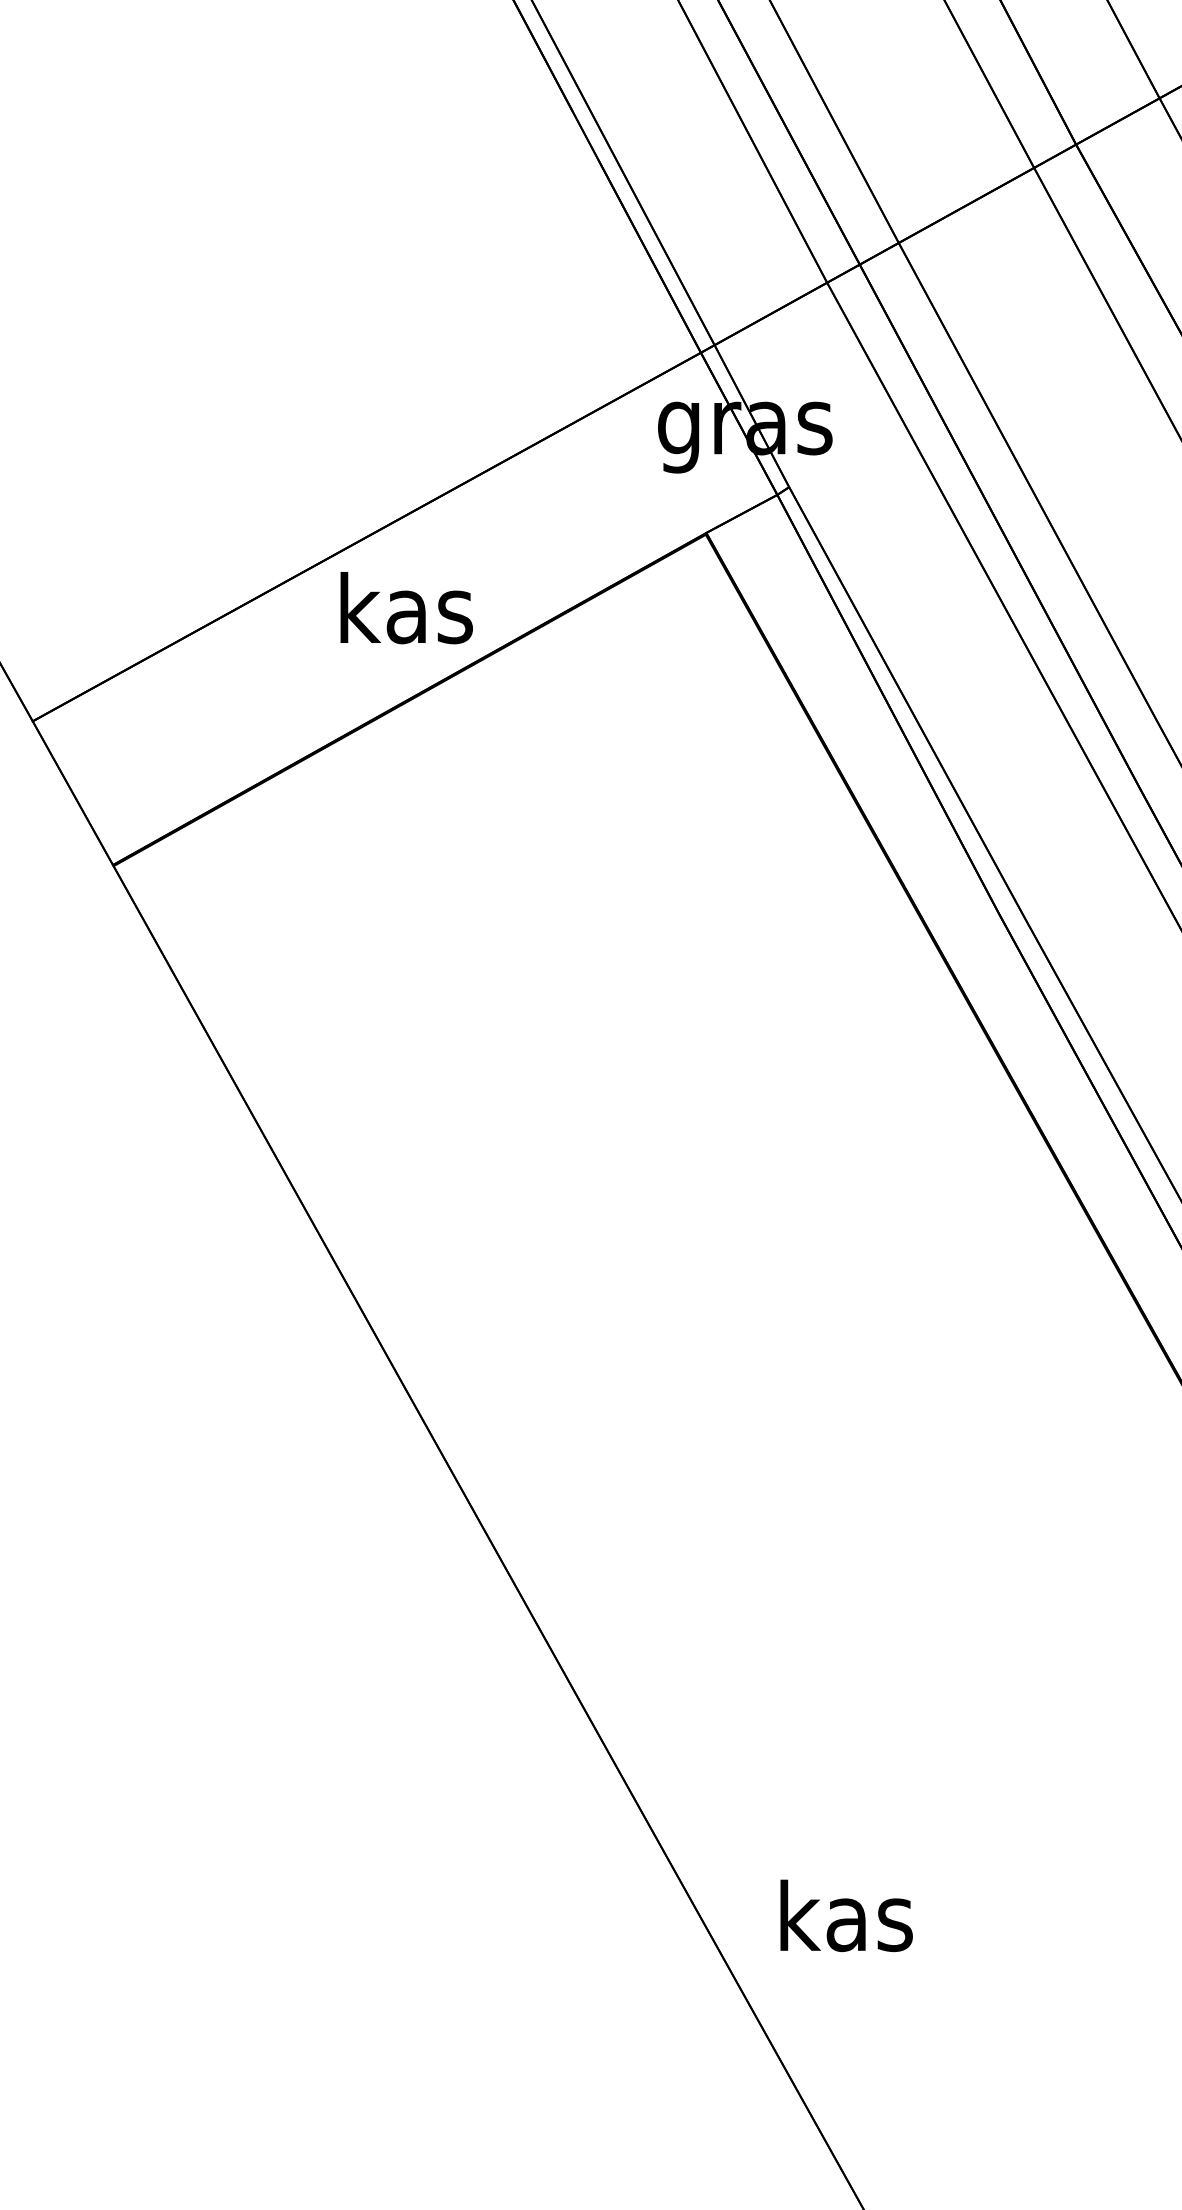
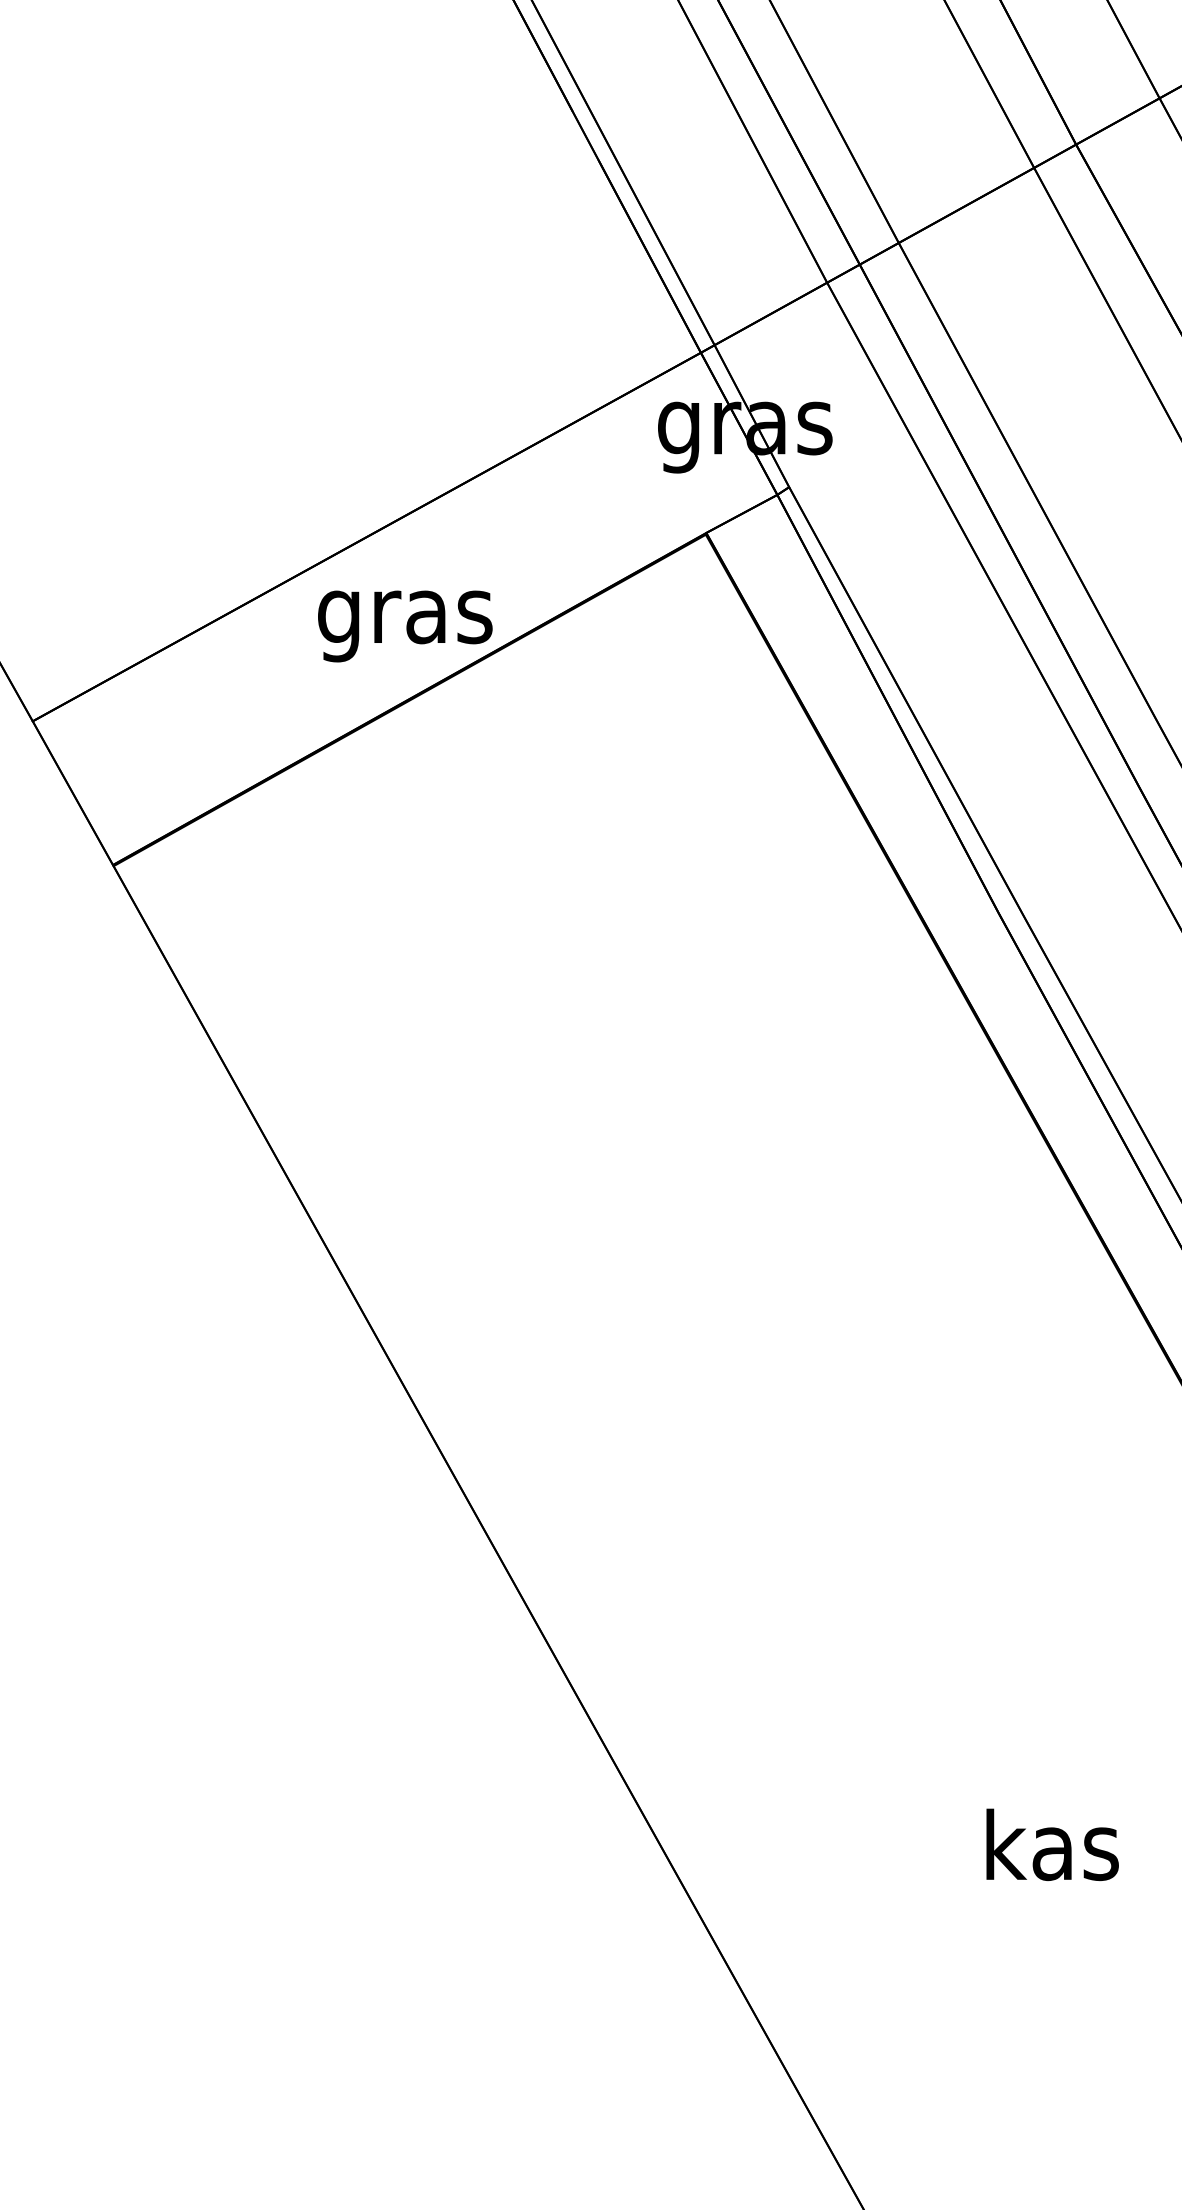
text at (405, 617): kas -> gras
text at (846, 1915) position: (846, 1915) -> (1052, 1844)
